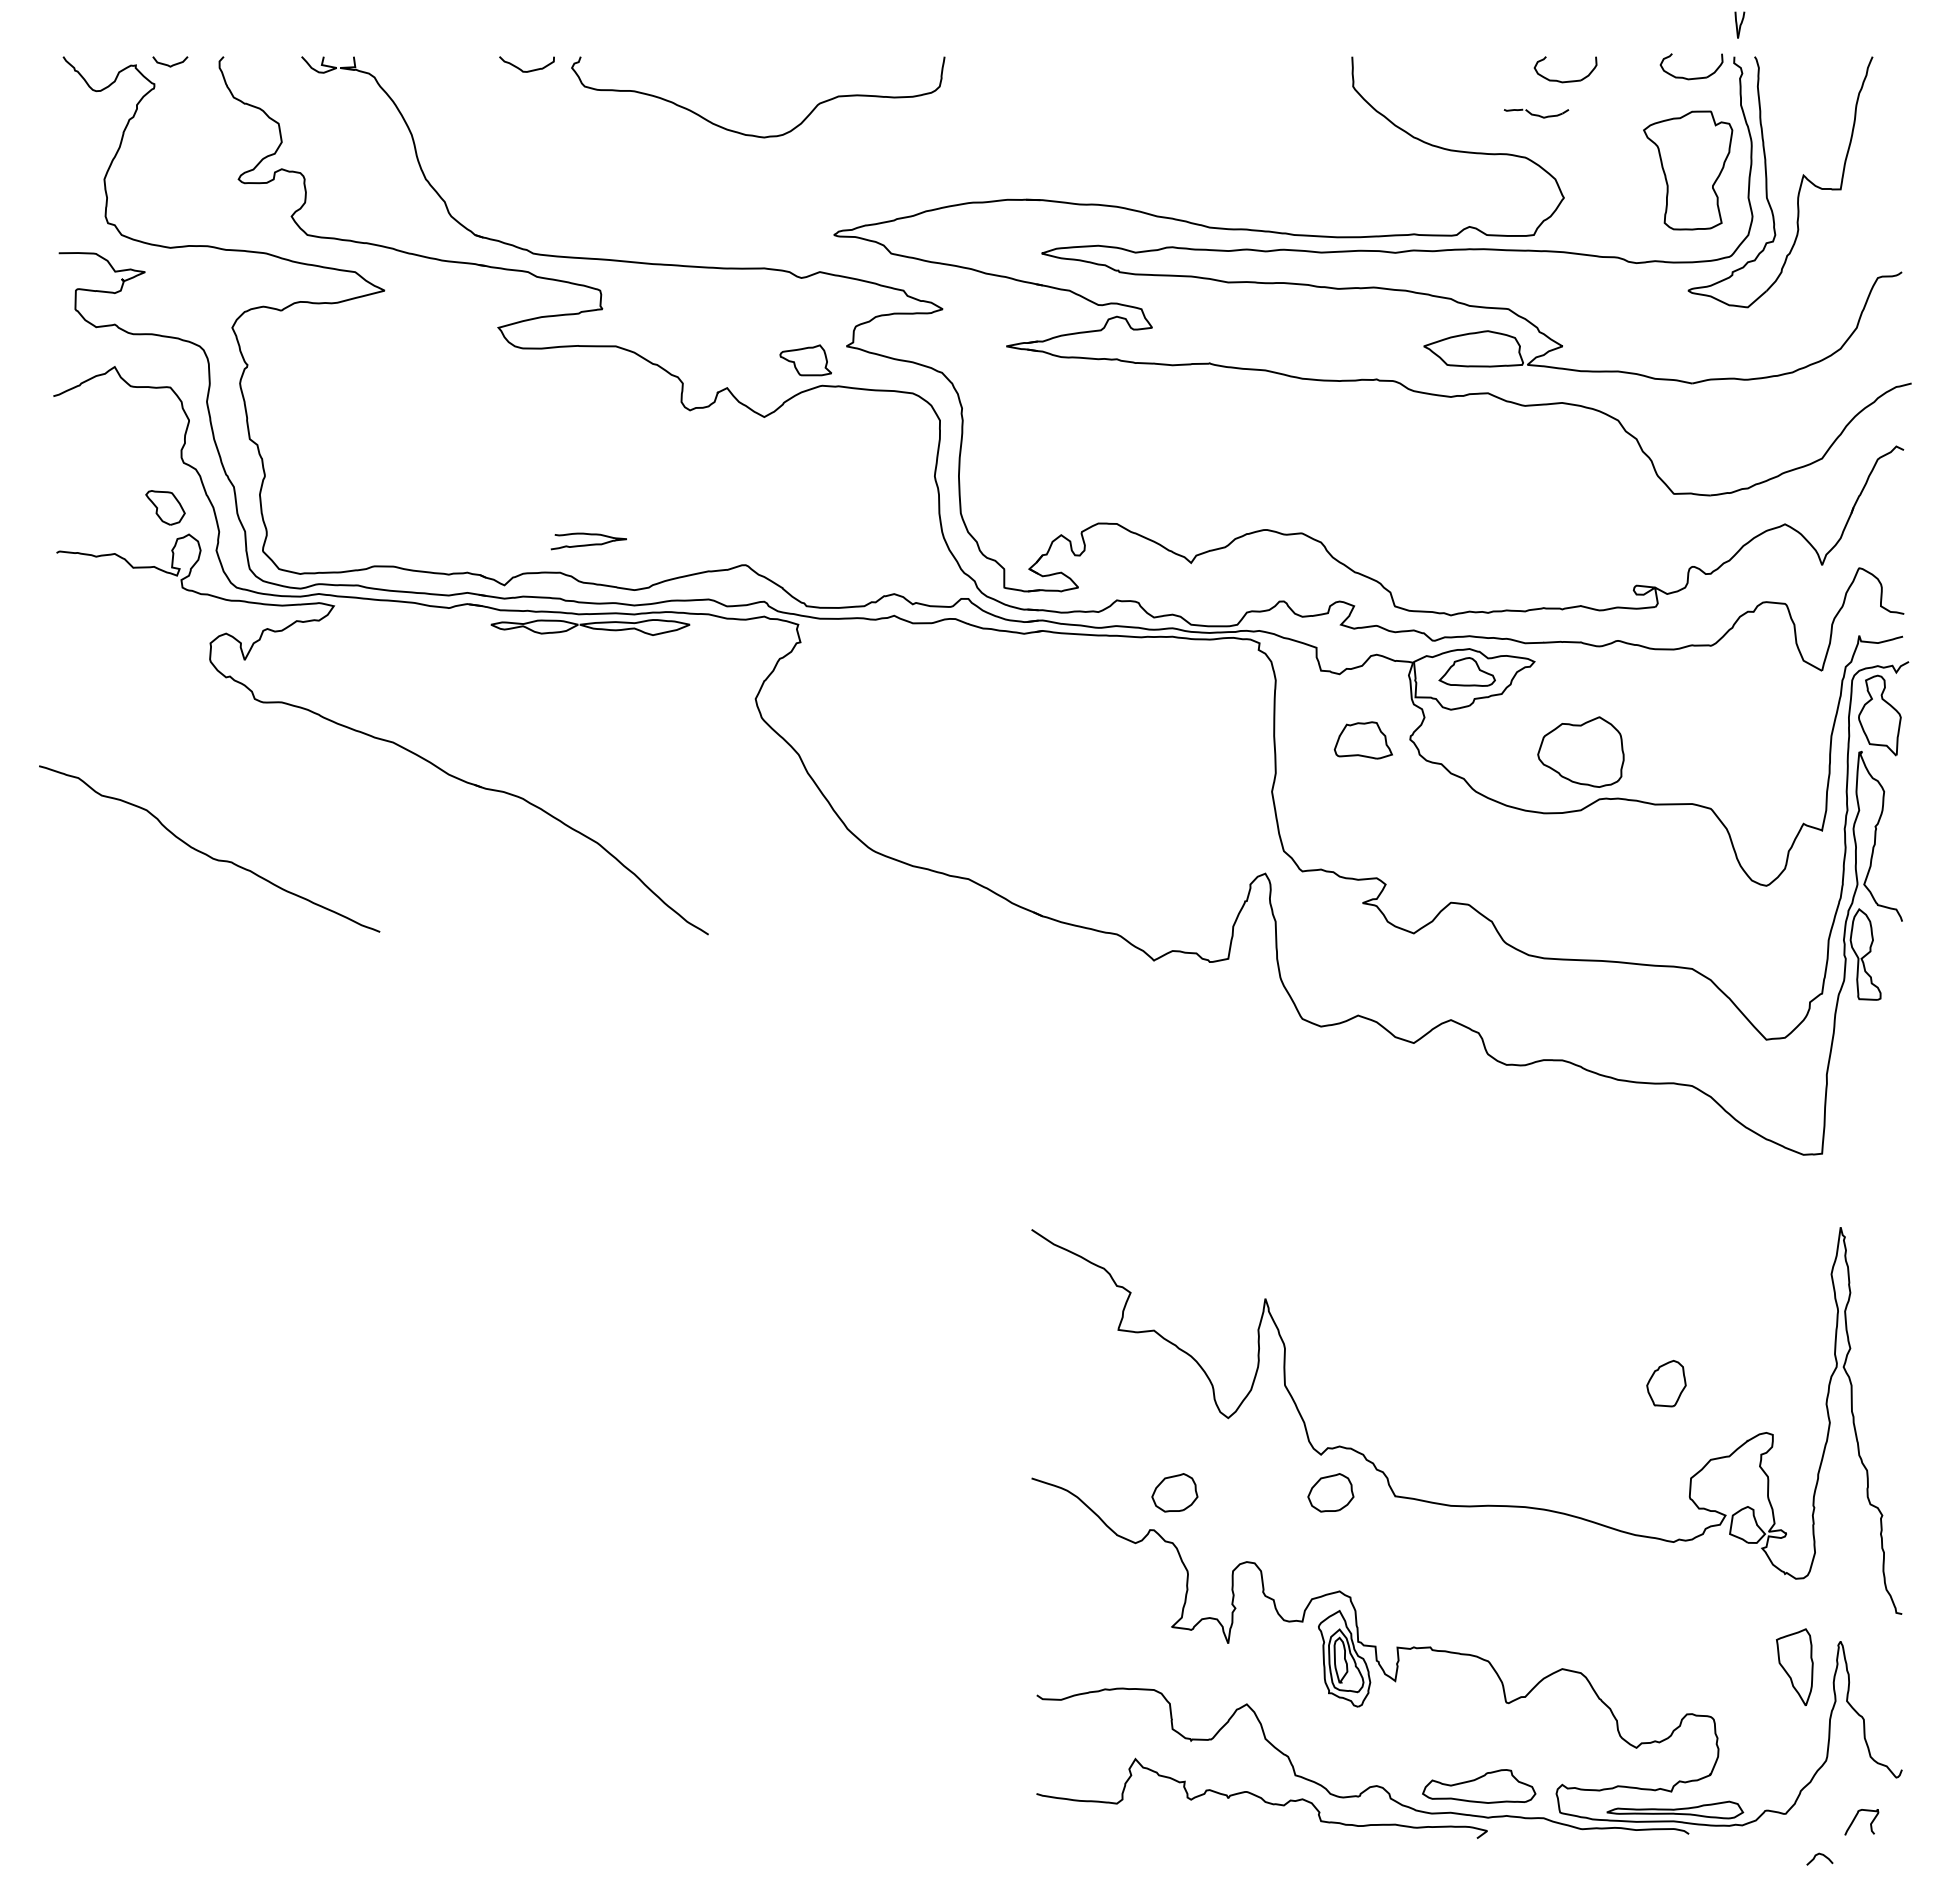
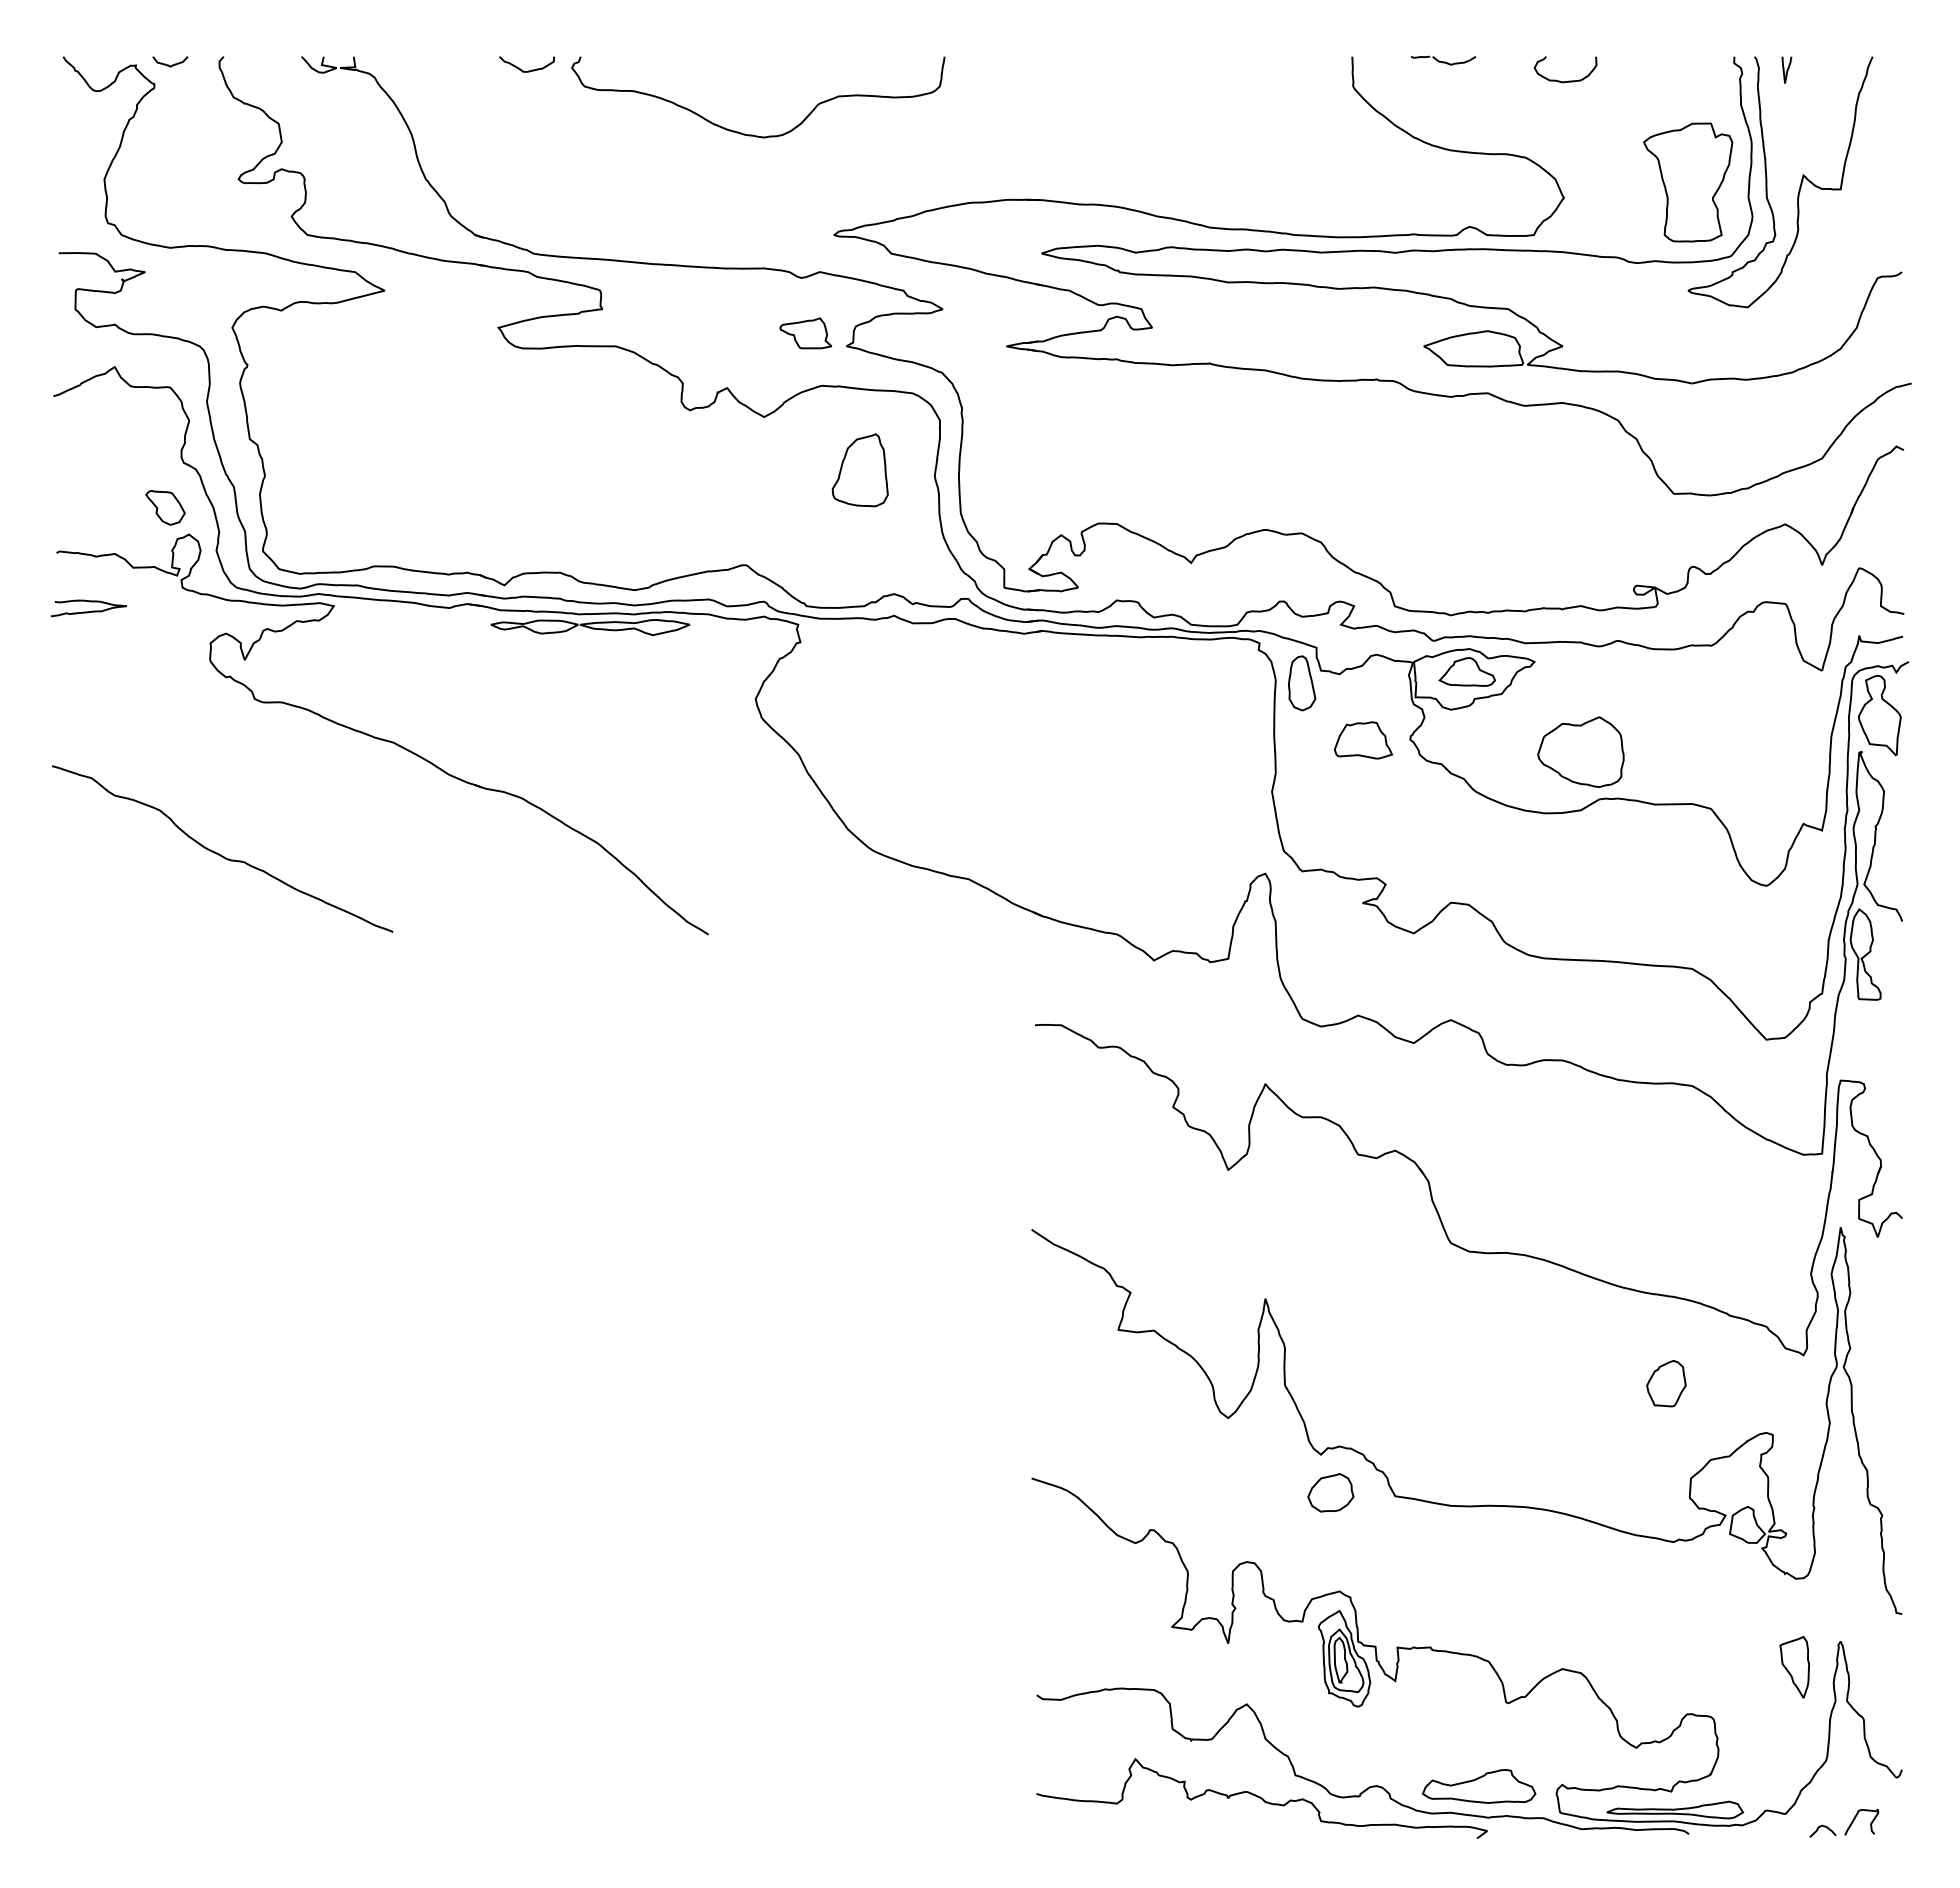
part at (1739, 24) position: (1739, 24) -> (1786, 69)
part at (1694, 77): present -> none
part at (1536, 113) position: (1536, 113) -> (1443, 60)
part at (1688, 170) position: (1688, 170) -> (1688, 182)
part at (805, 360) position: (805, 360) -> (805, 333)
part at (859, 470): none -> present
curve at (588, 544) position: (588, 544) -> (88, 611)
part at (1302, 683): none -> present
curve at (206, 853) position: (206, 853) -> (219, 853)
part at (1435, 1204): none -> present
part at (1174, 1492): present -> none
part at (1794, 1667) size: 38x79 px -> 31x63 px
curve at (1817, 1855) position: (1817, 1855) -> (1820, 1827)
